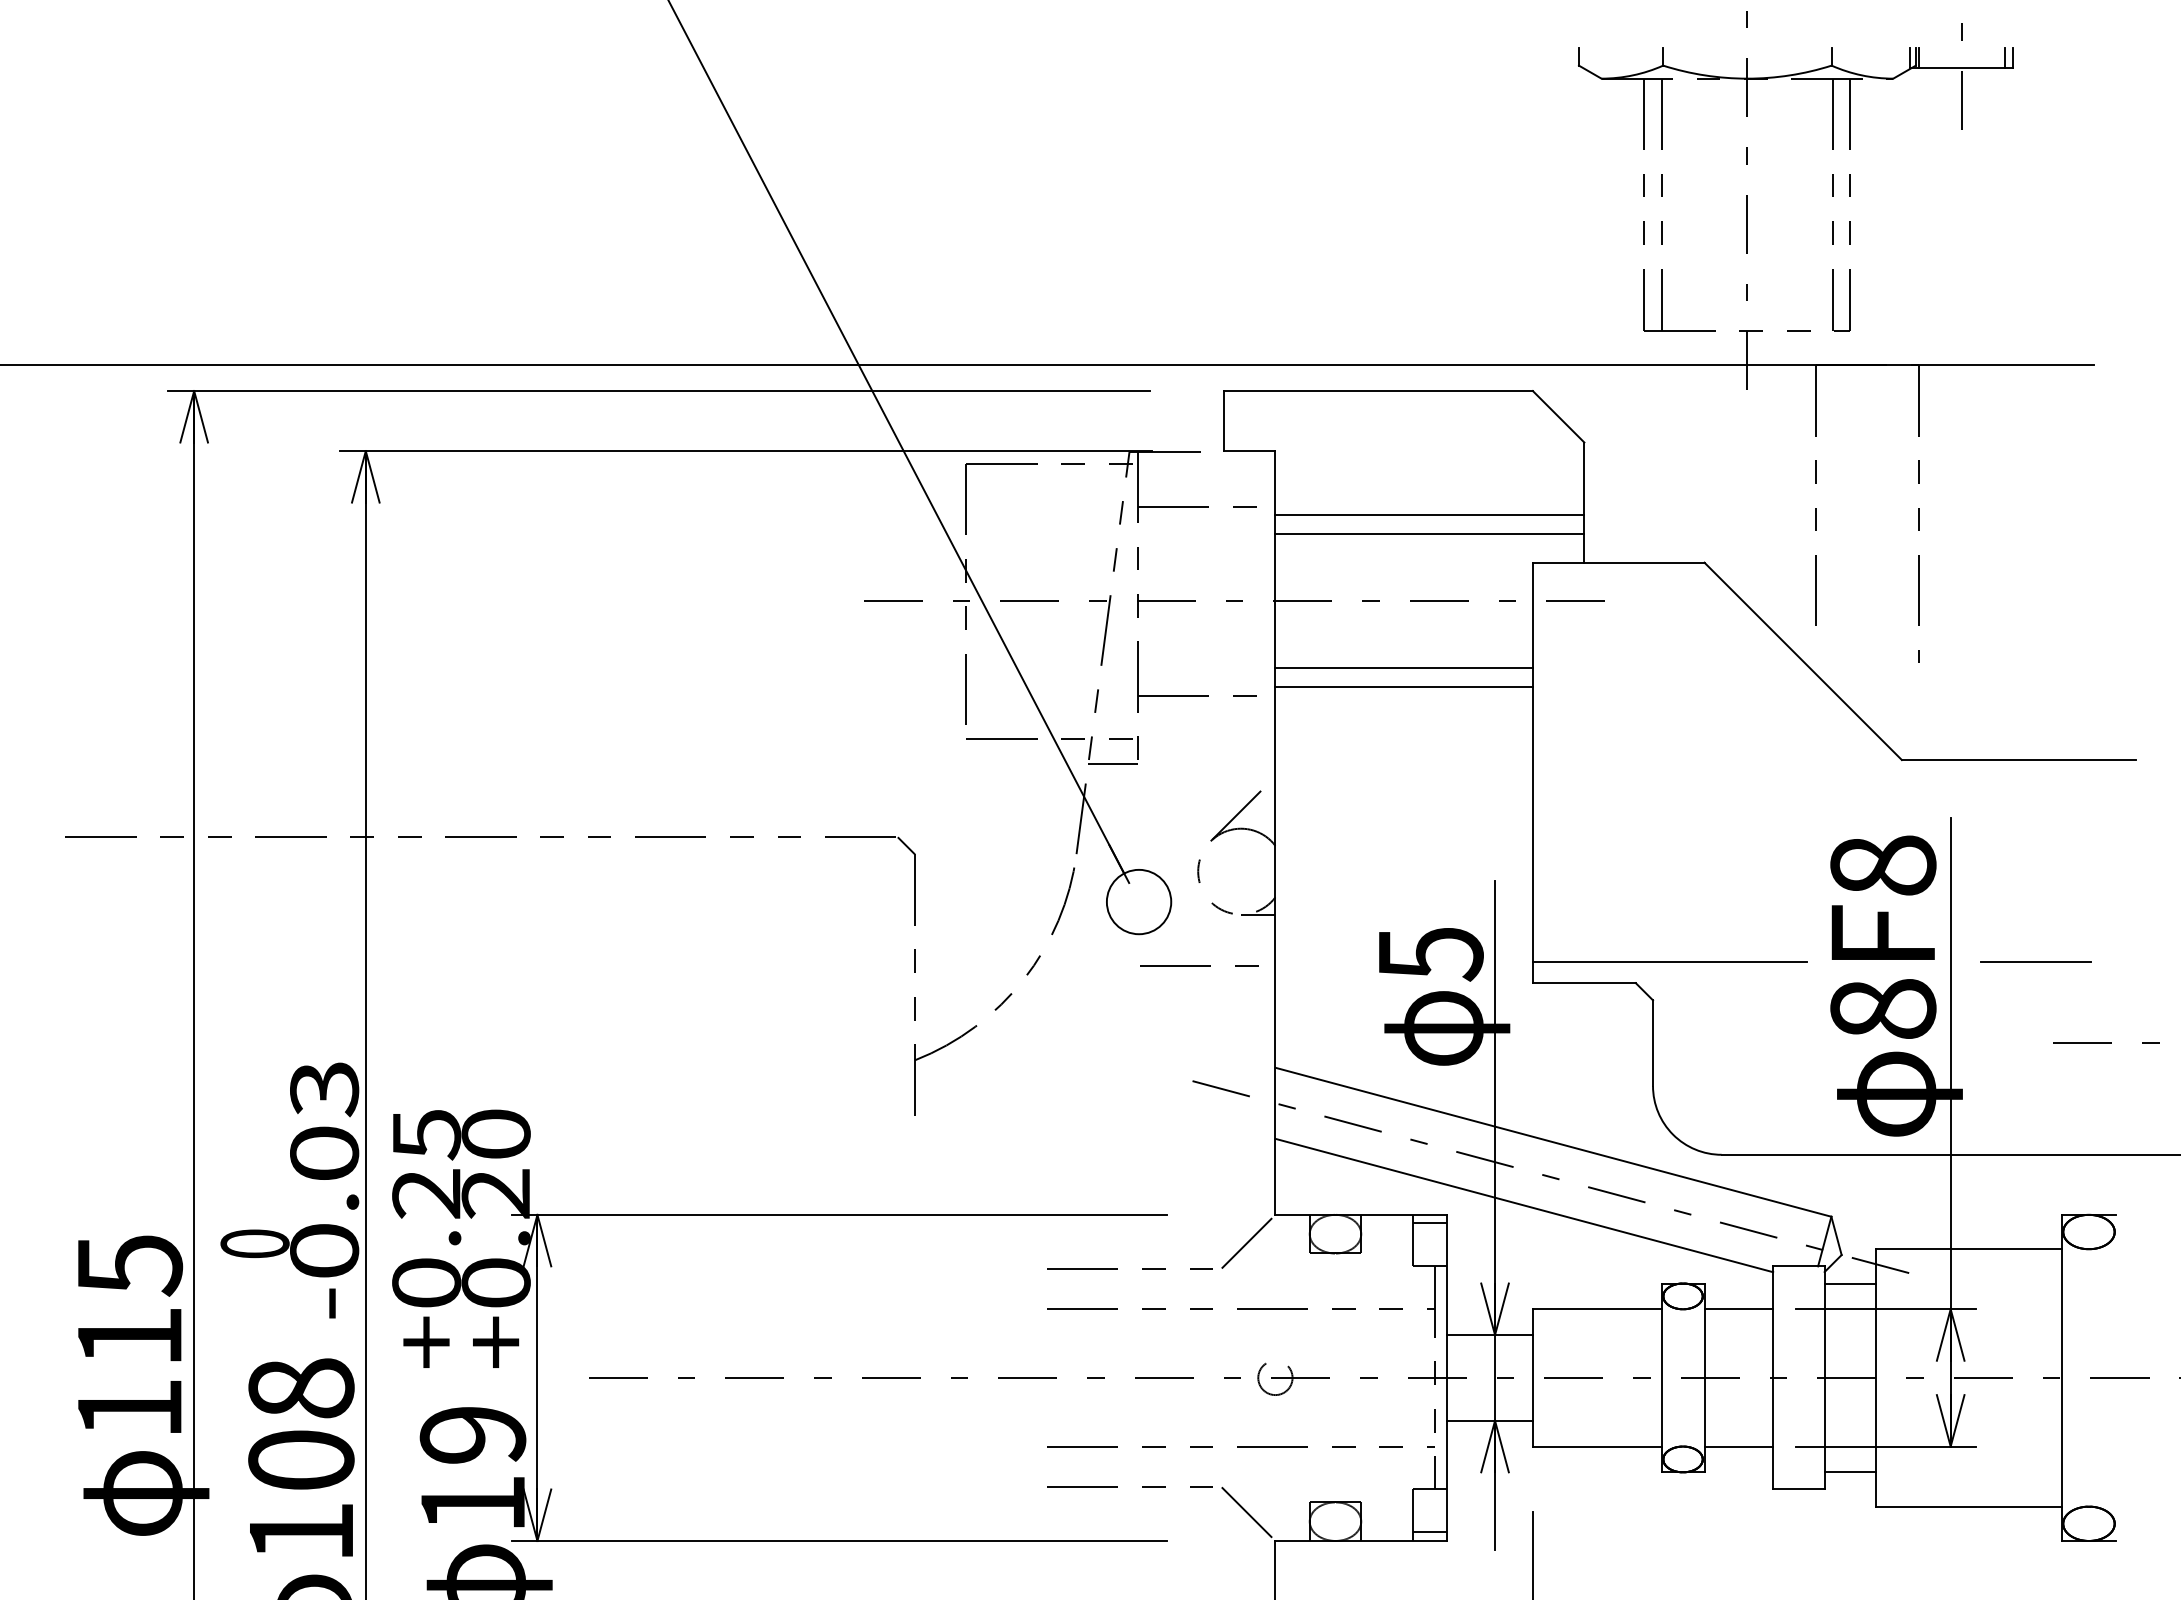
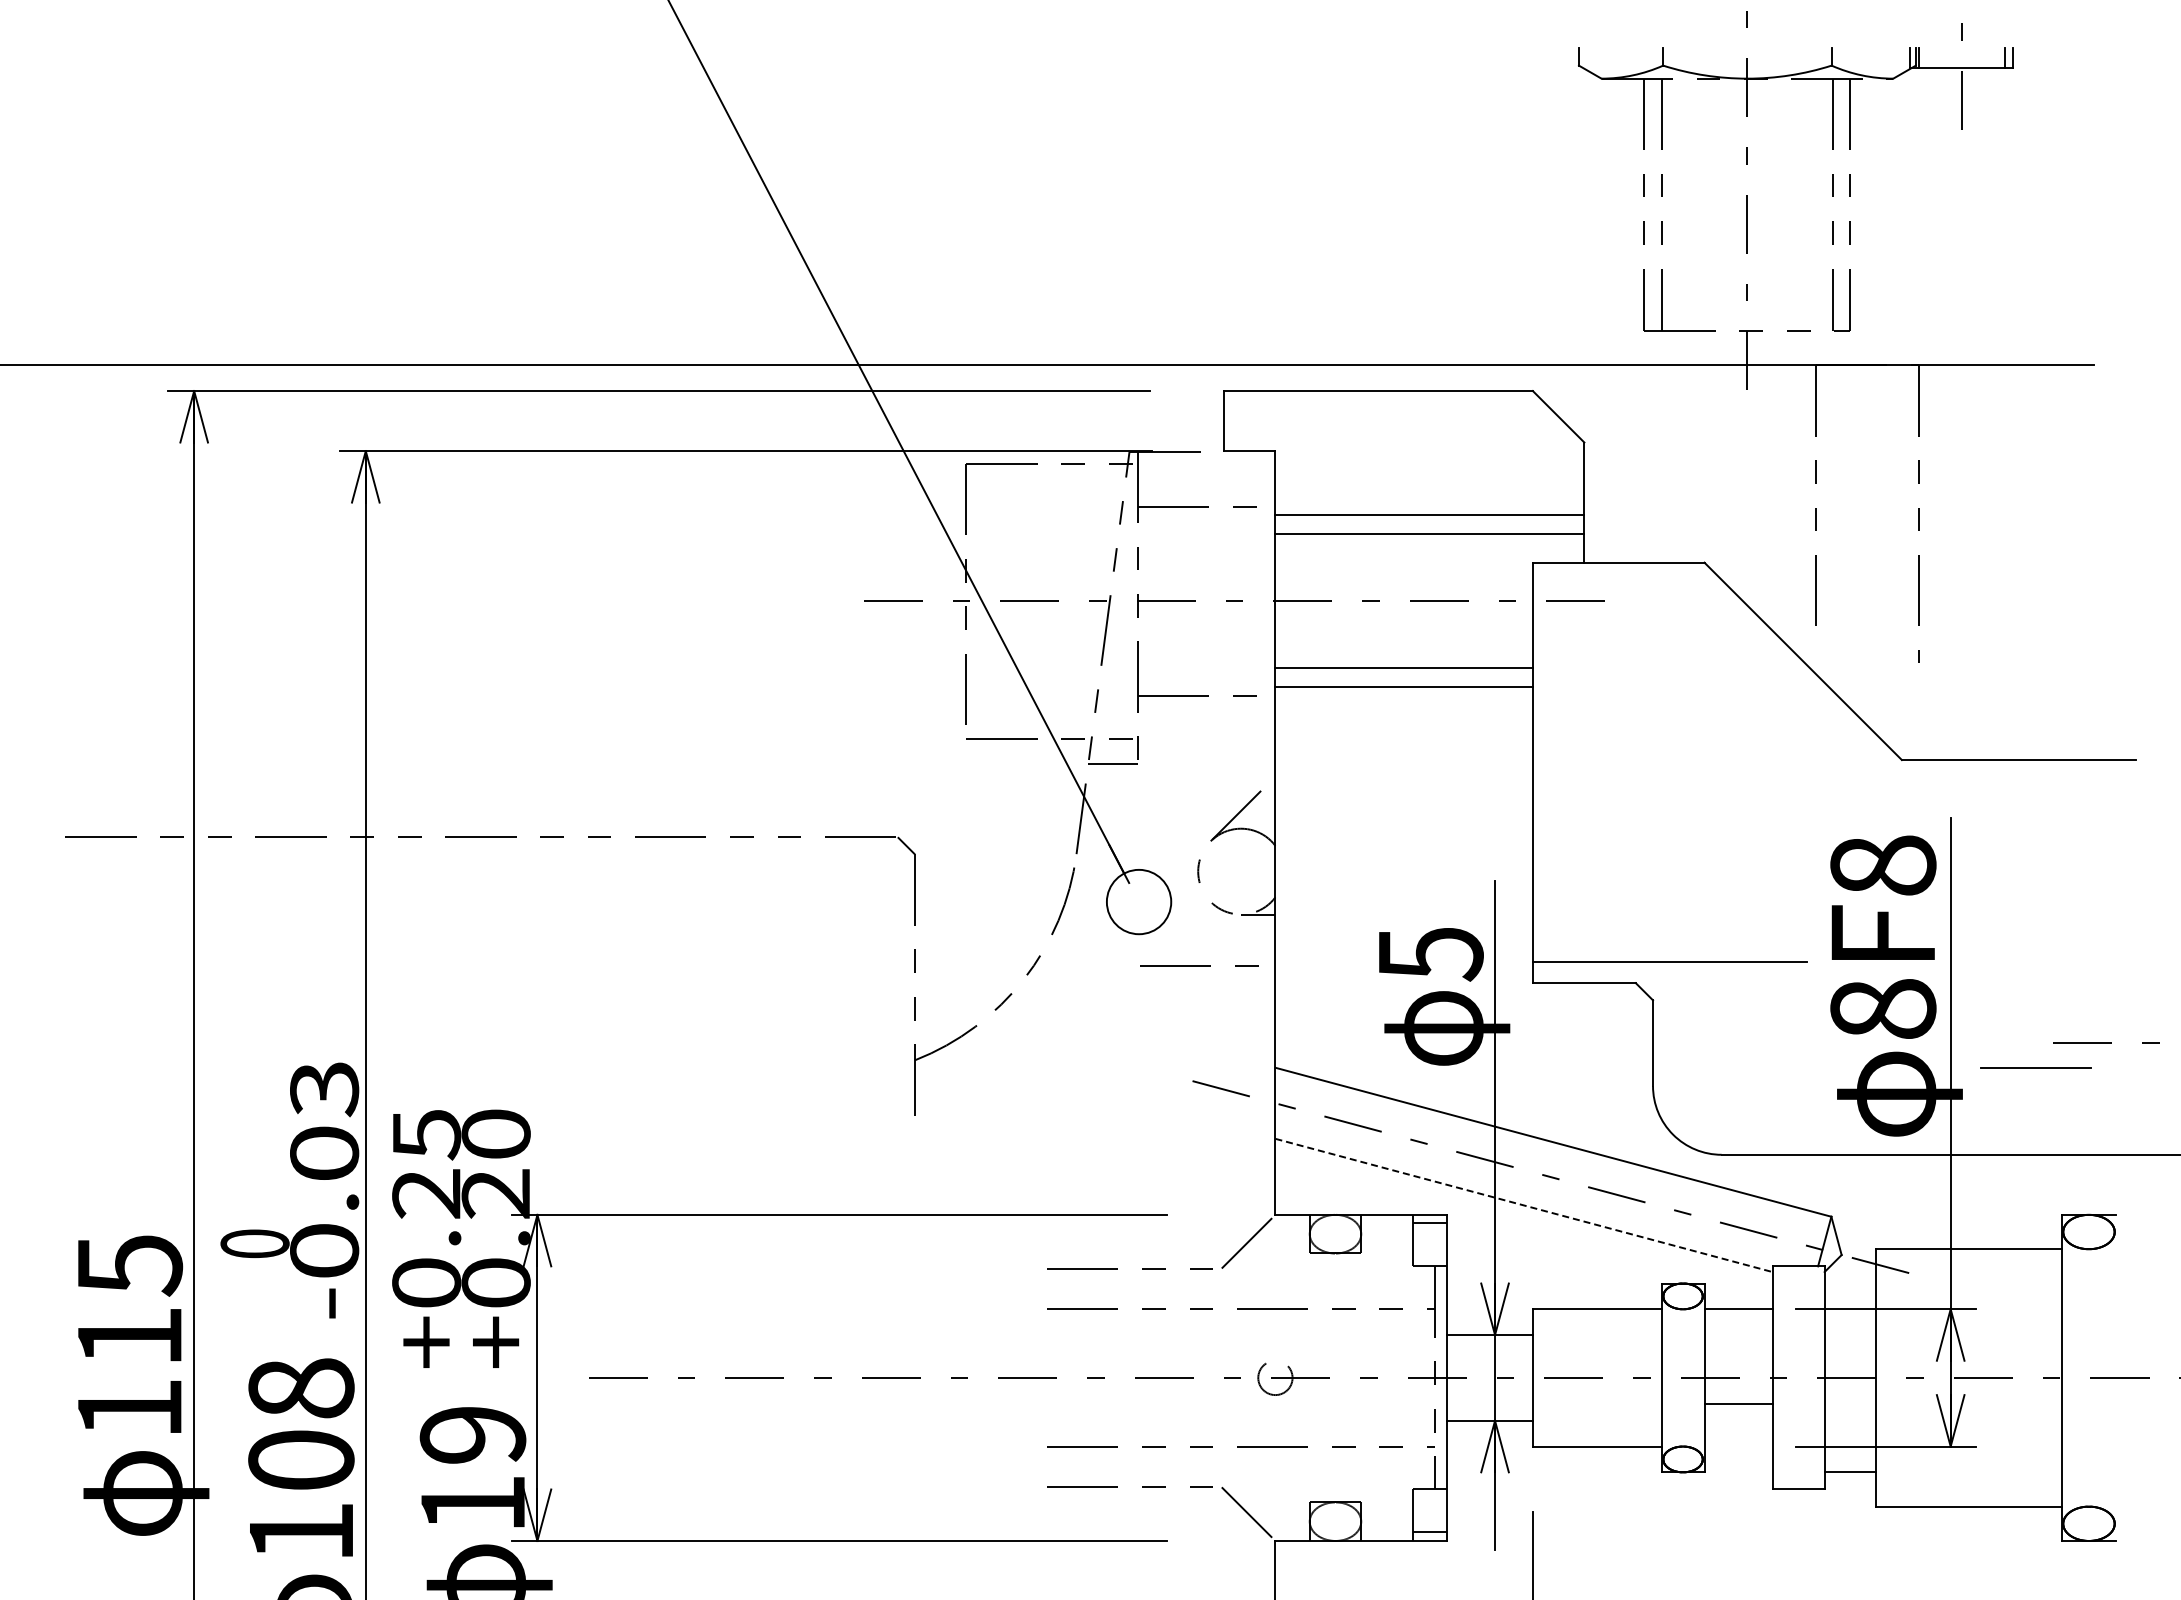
line at (2035, 961) position: (2035, 961) -> (2035, 1067)
line at (1524, 1205): solid -> dashed
line at (1850, 1283): present -> none
line at (1738, 1446) position: (1738, 1446) -> (1738, 1403)
